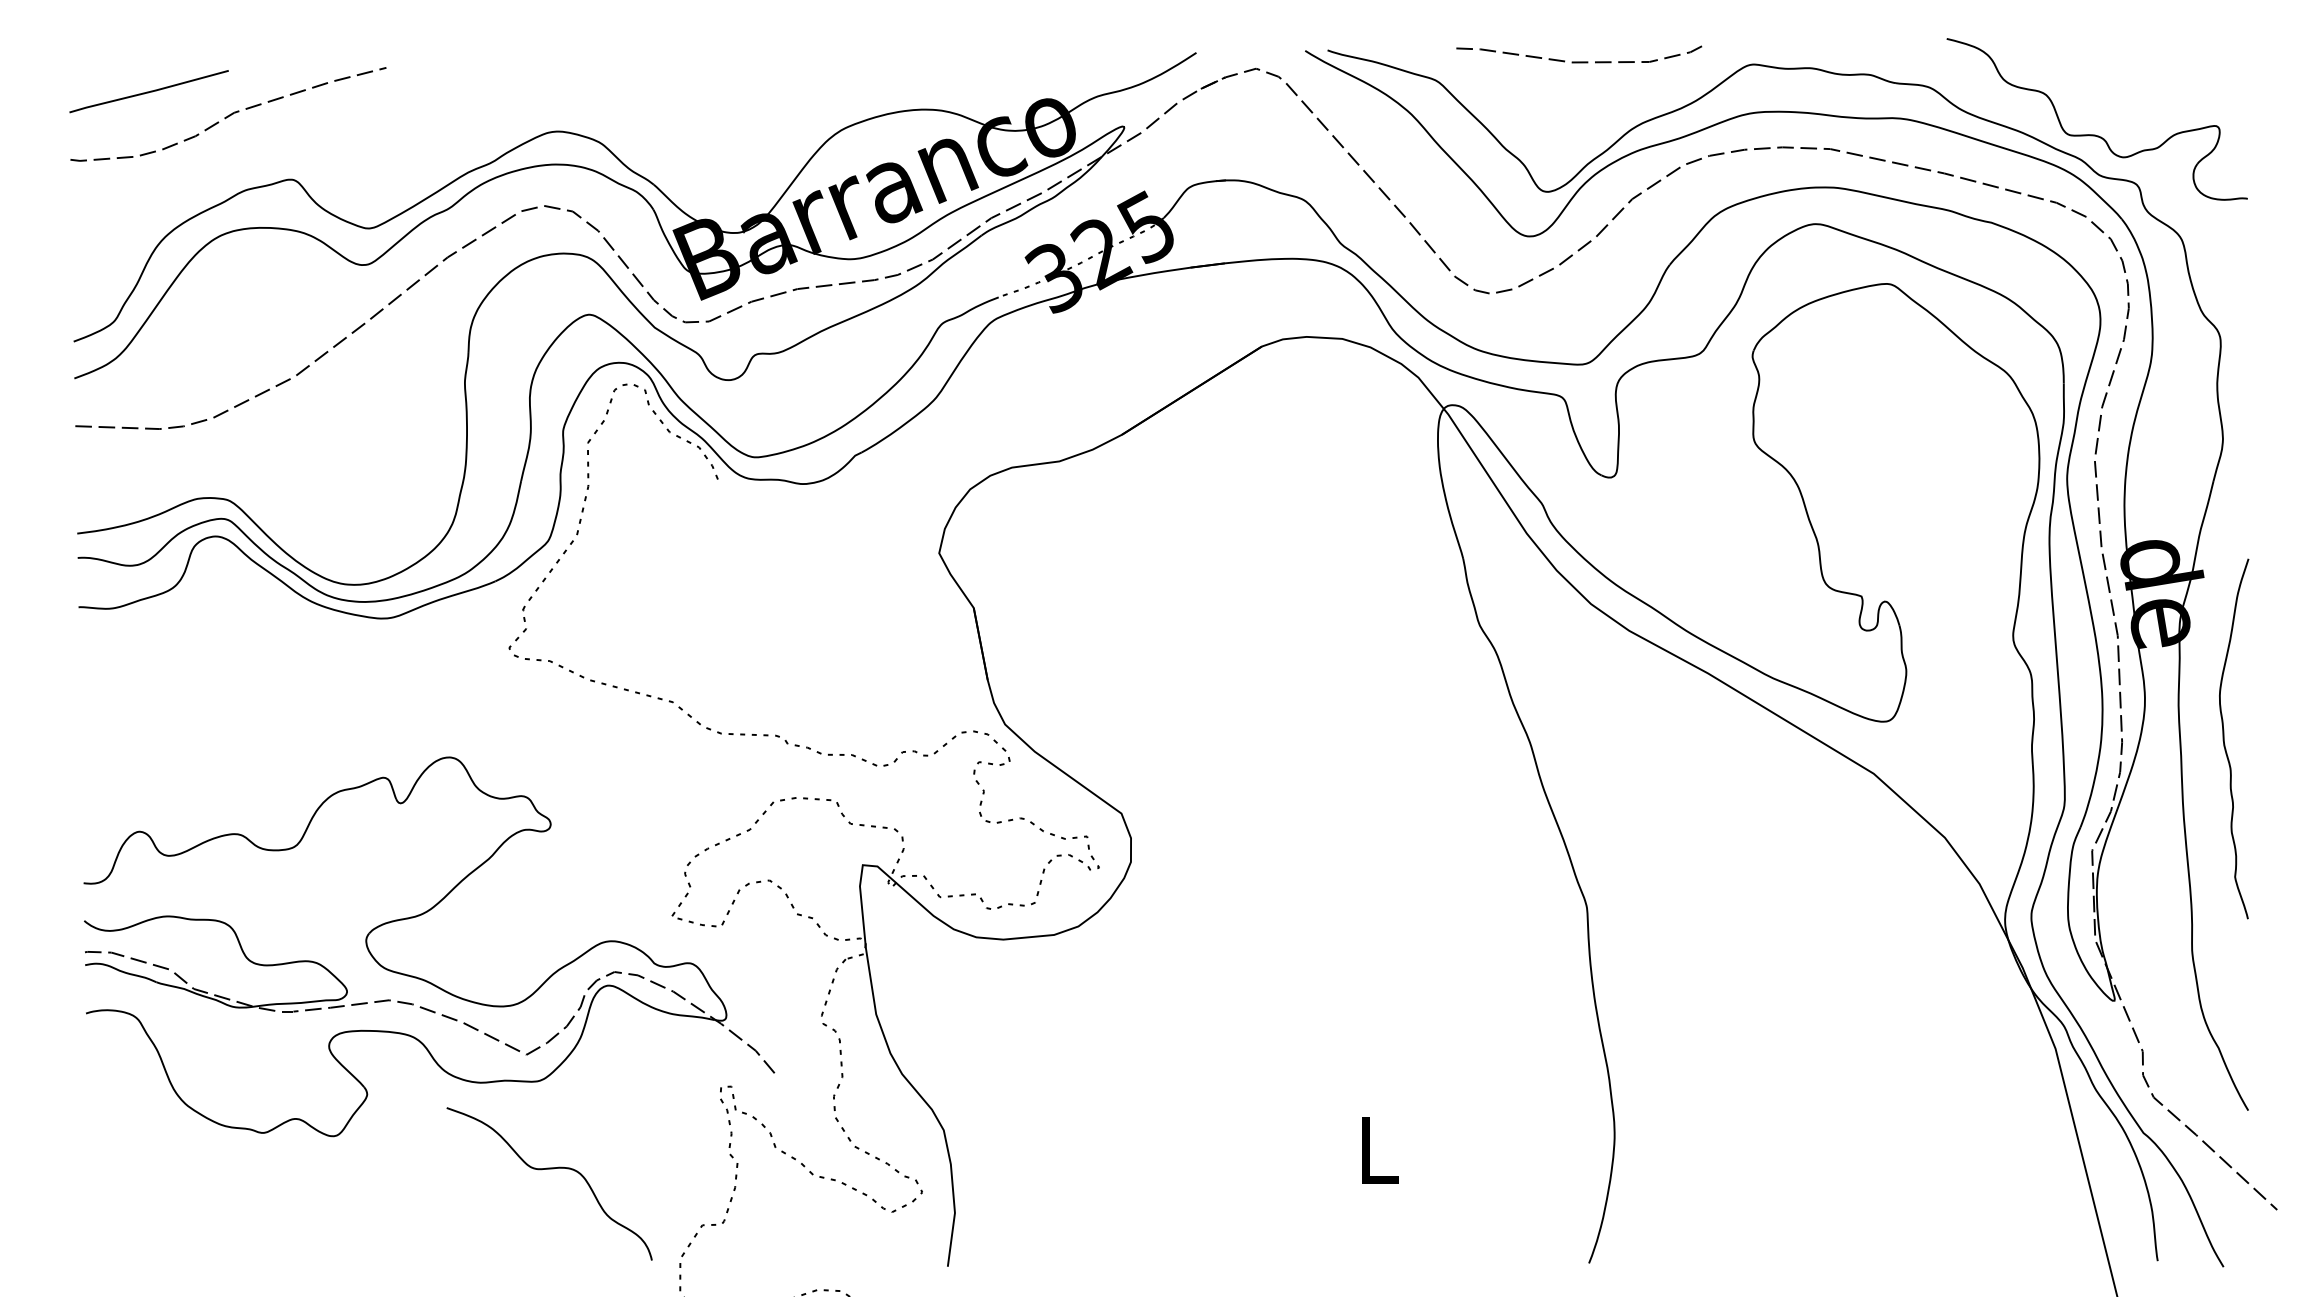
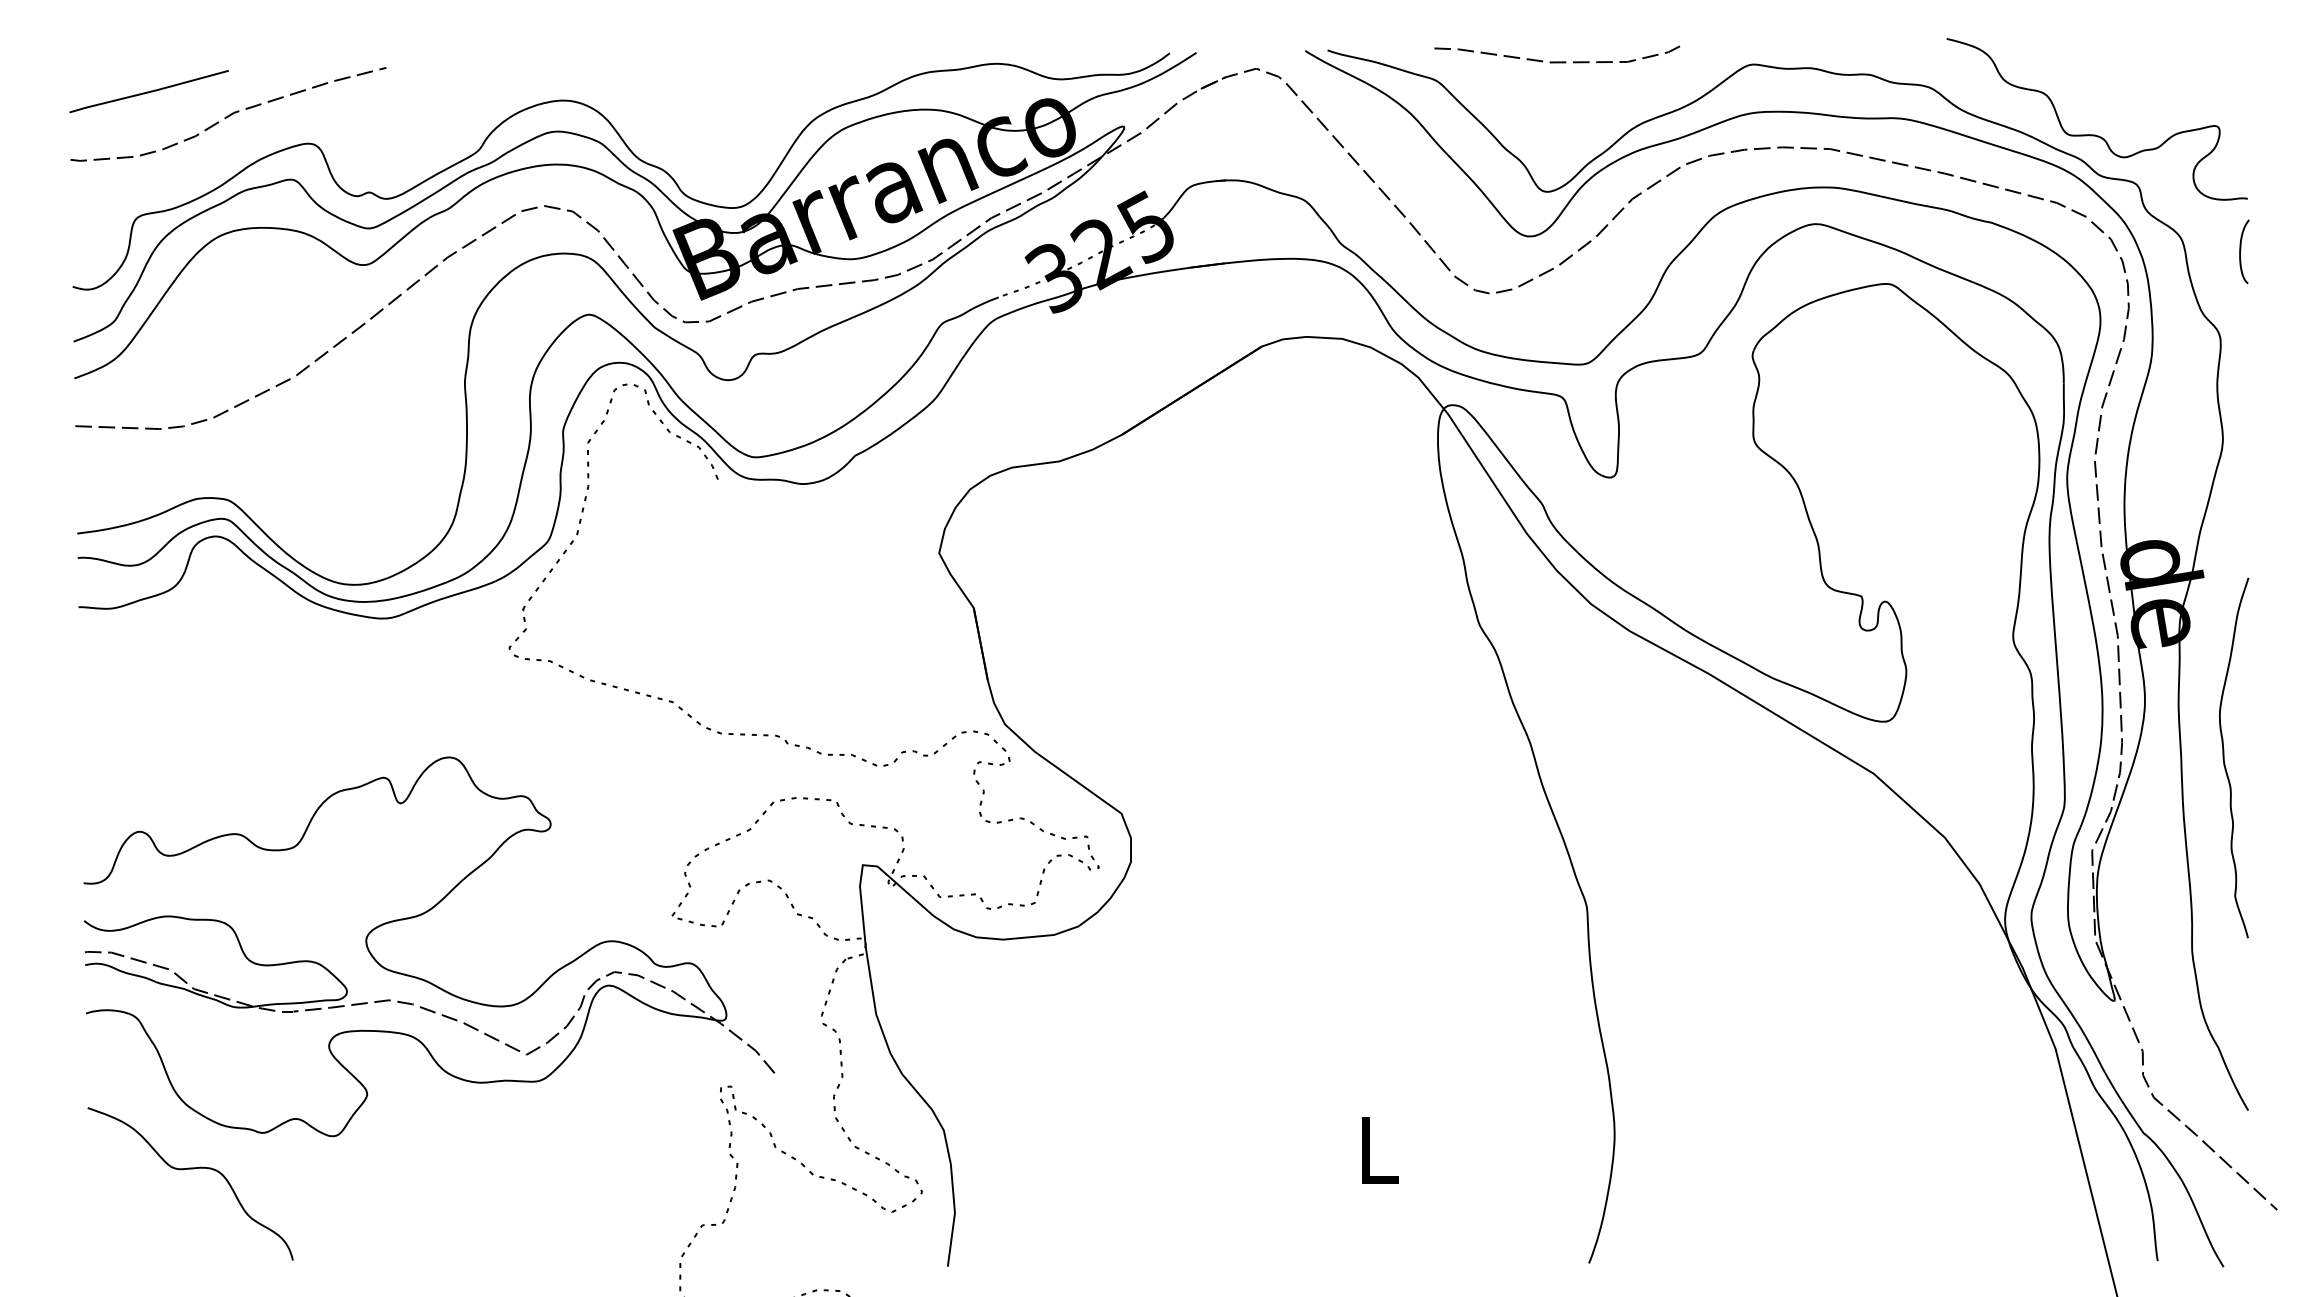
curve at (1579, 61) position: (1579, 61) -> (1557, 61)
part at (634, 156): none -> present
curve at (2241, 251): none -> present
curve at (2224, 738) position: (2224, 738) -> (2224, 757)
curve at (549, 1169) position: (549, 1169) -> (190, 1169)
